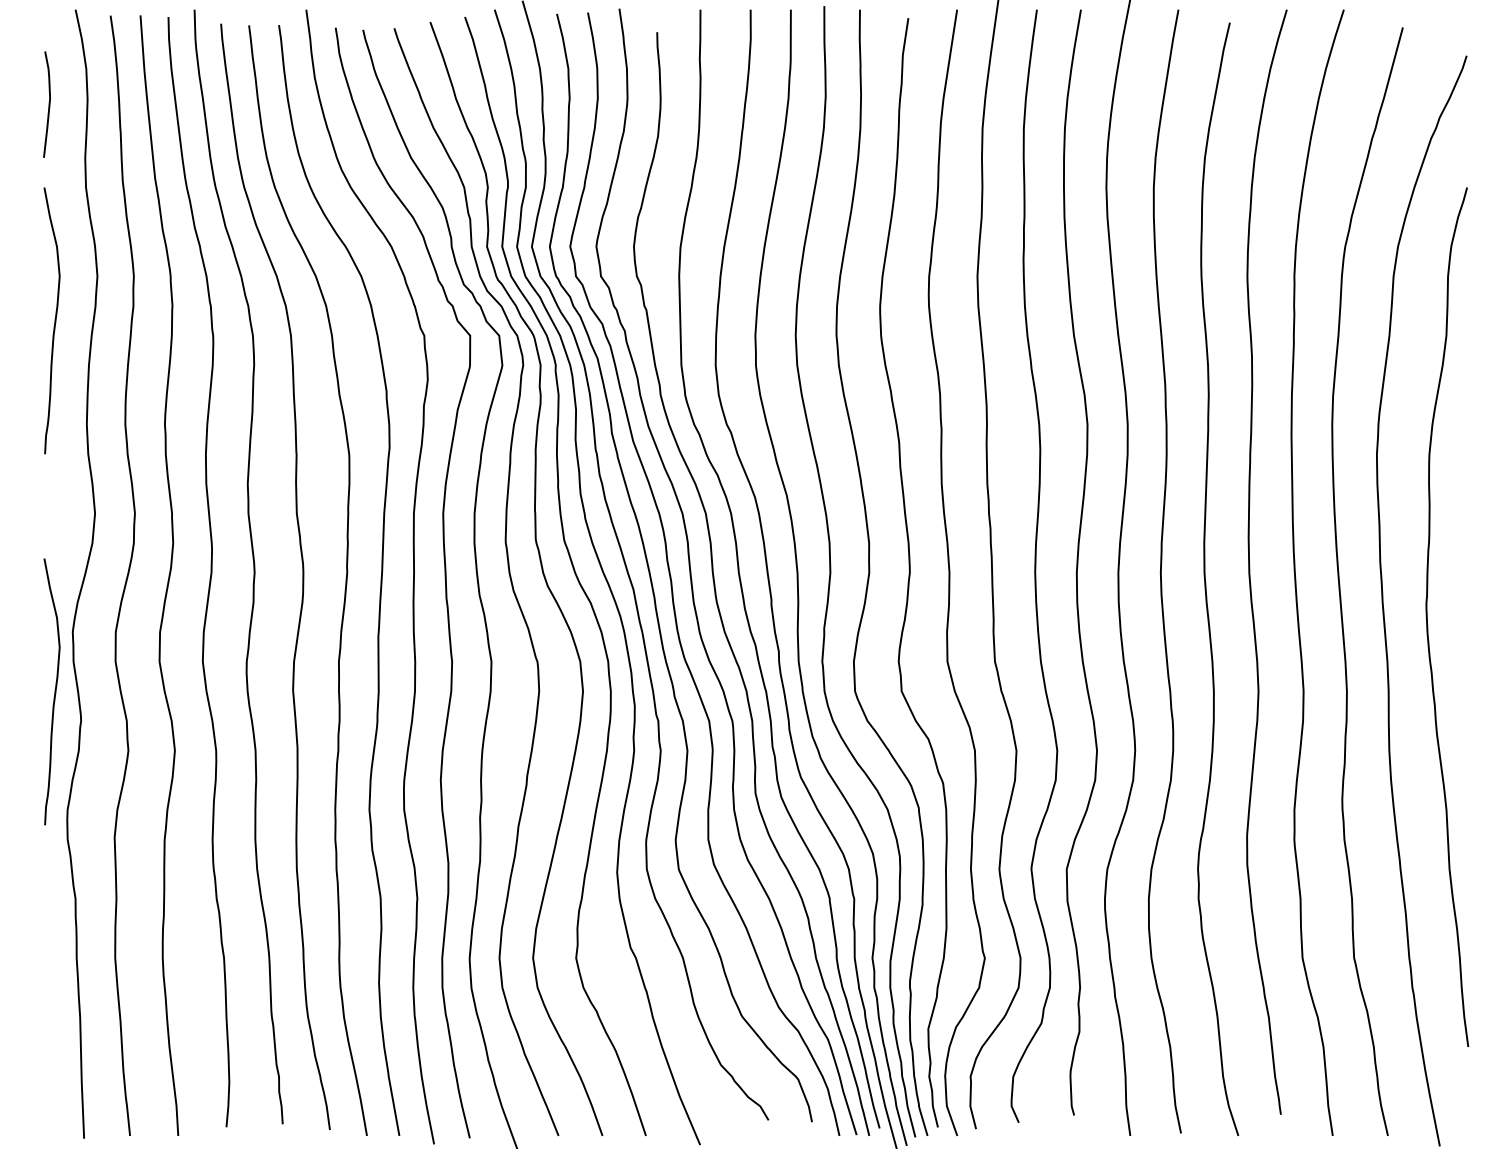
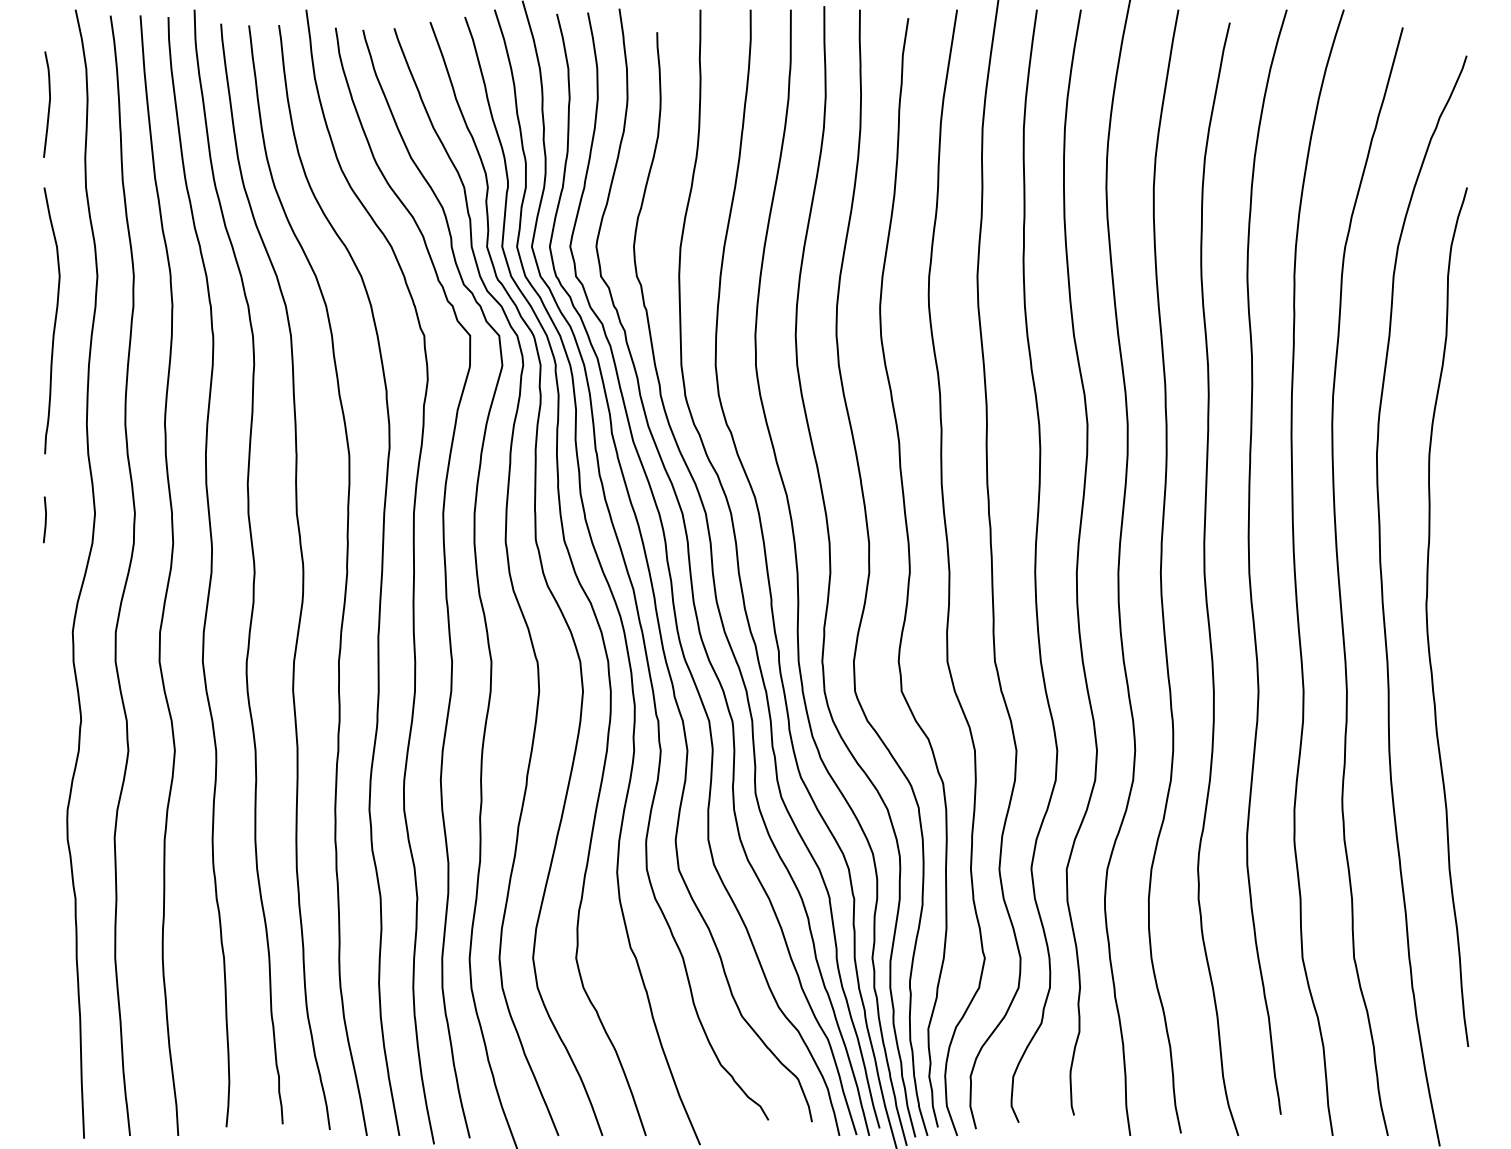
line at (45, 519): none -> present
curve at (54, 691): present -> none
